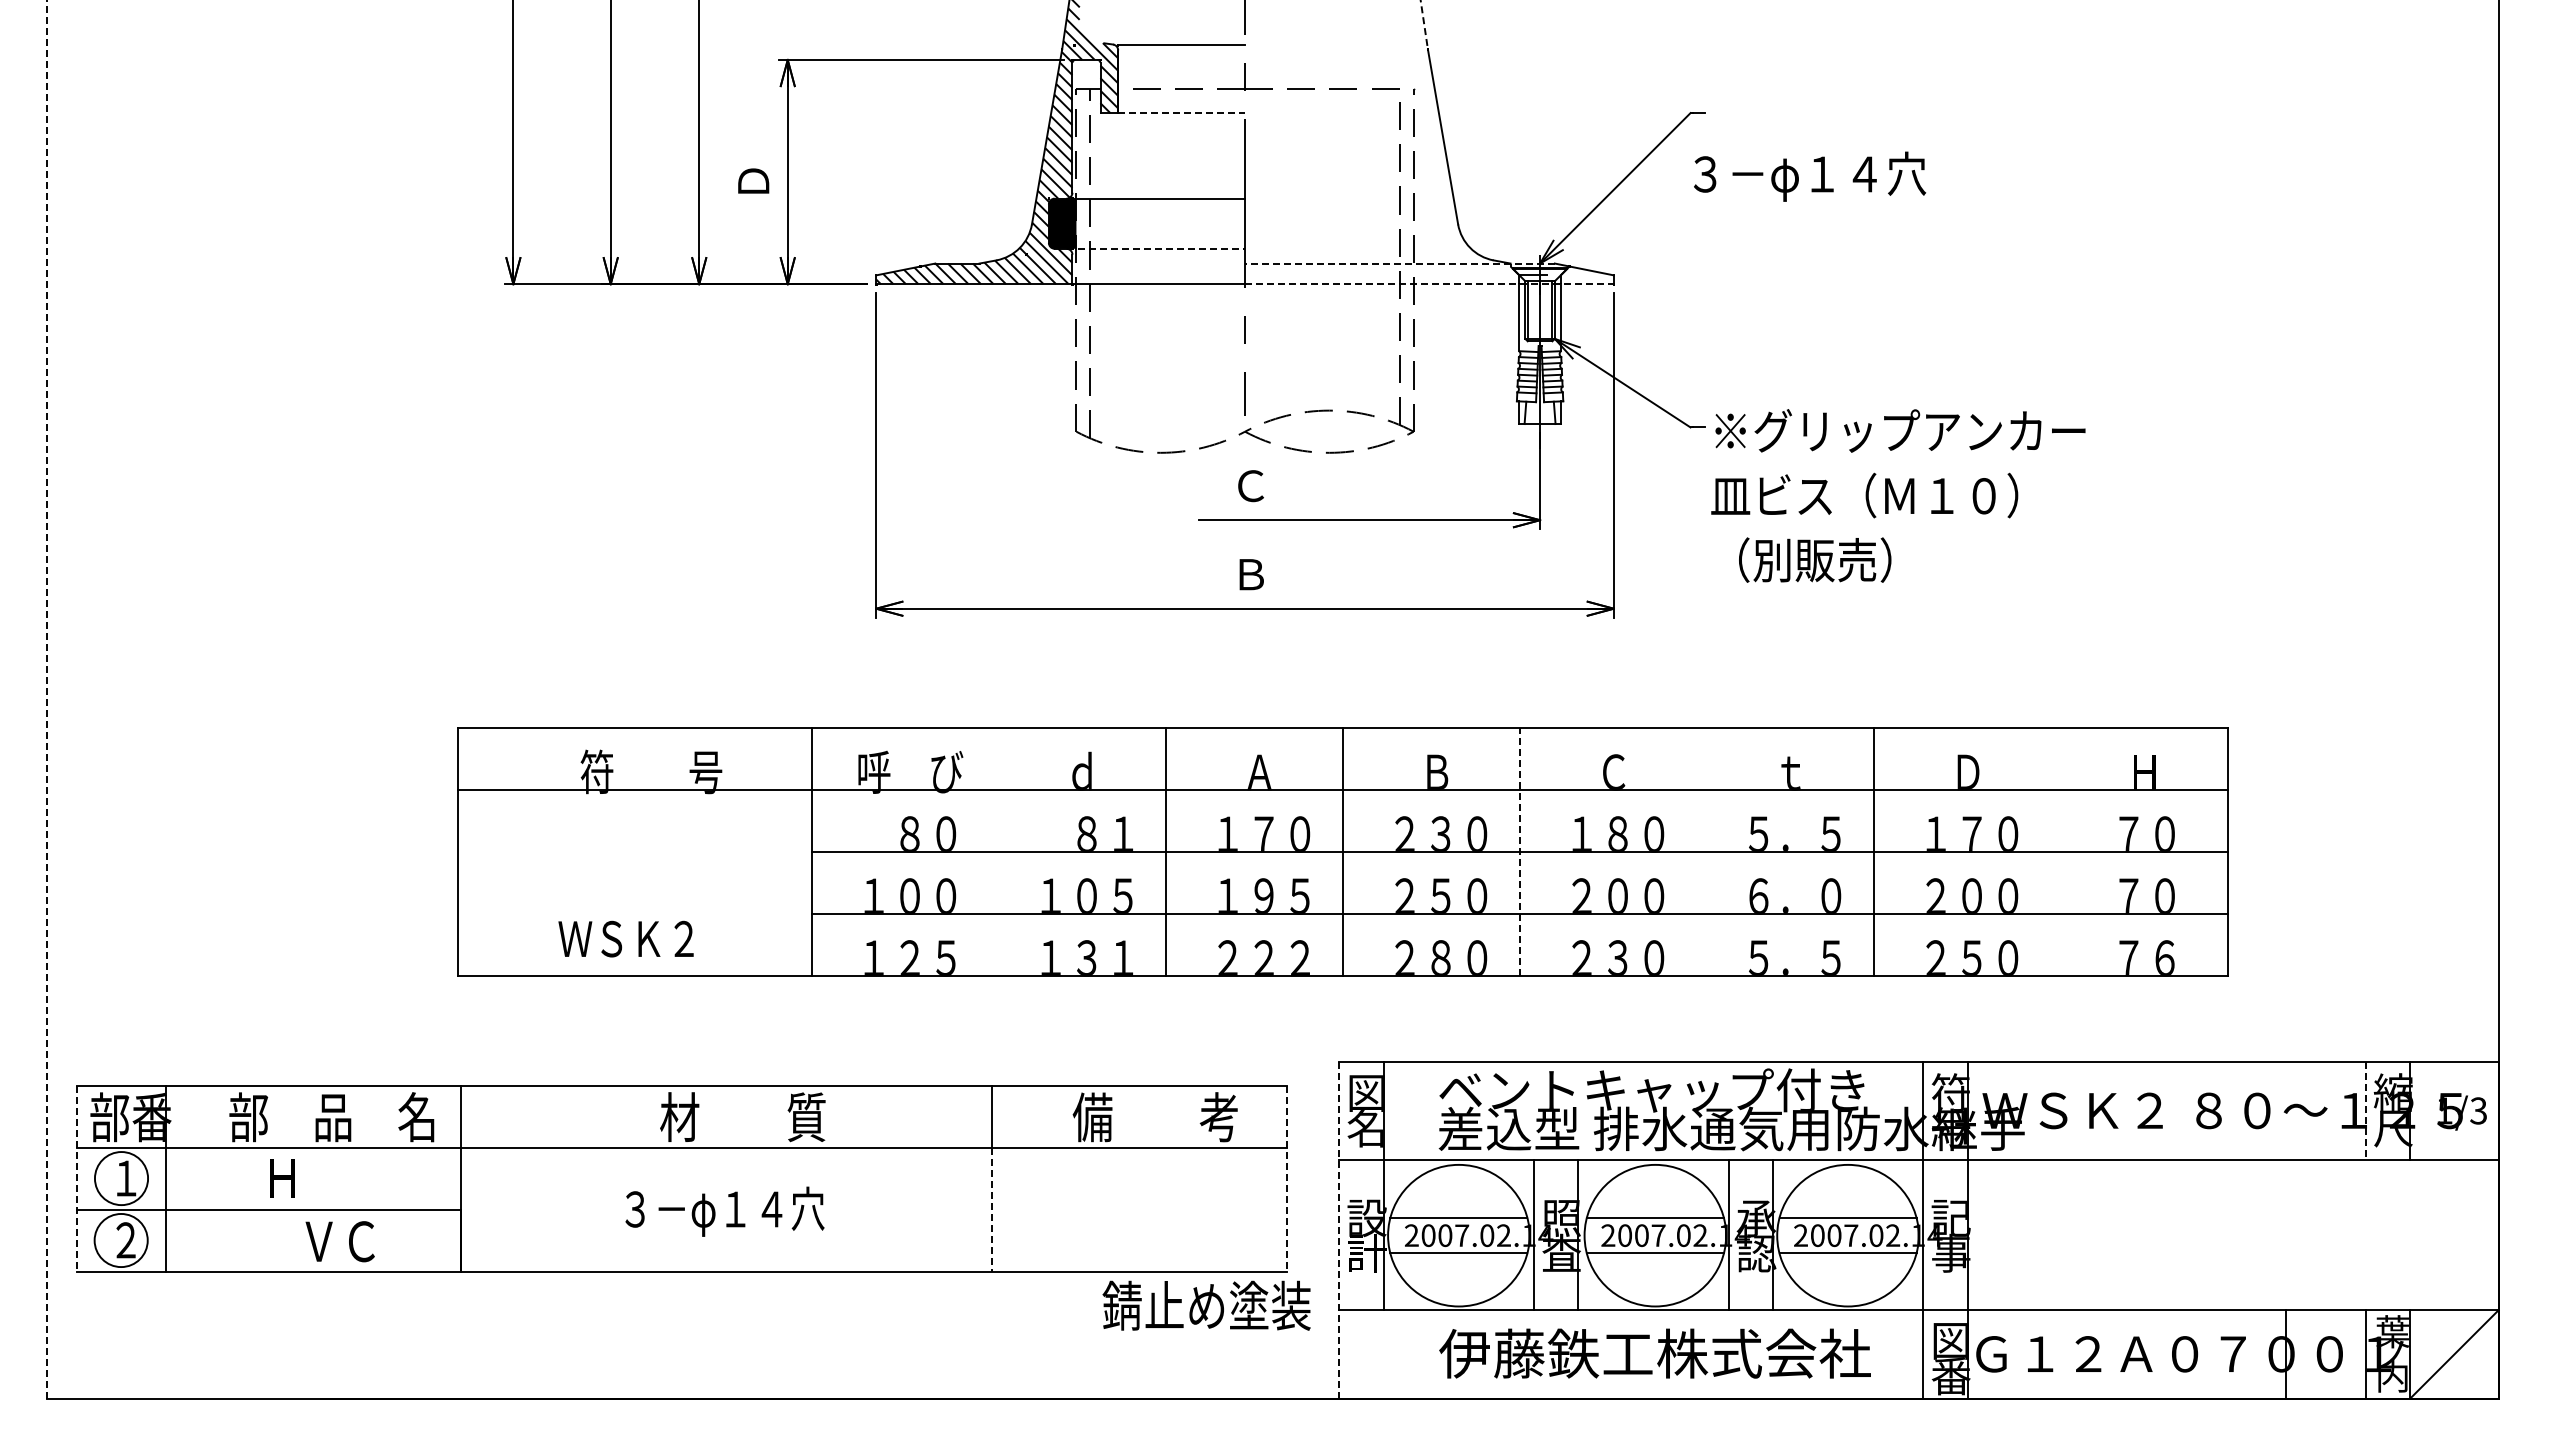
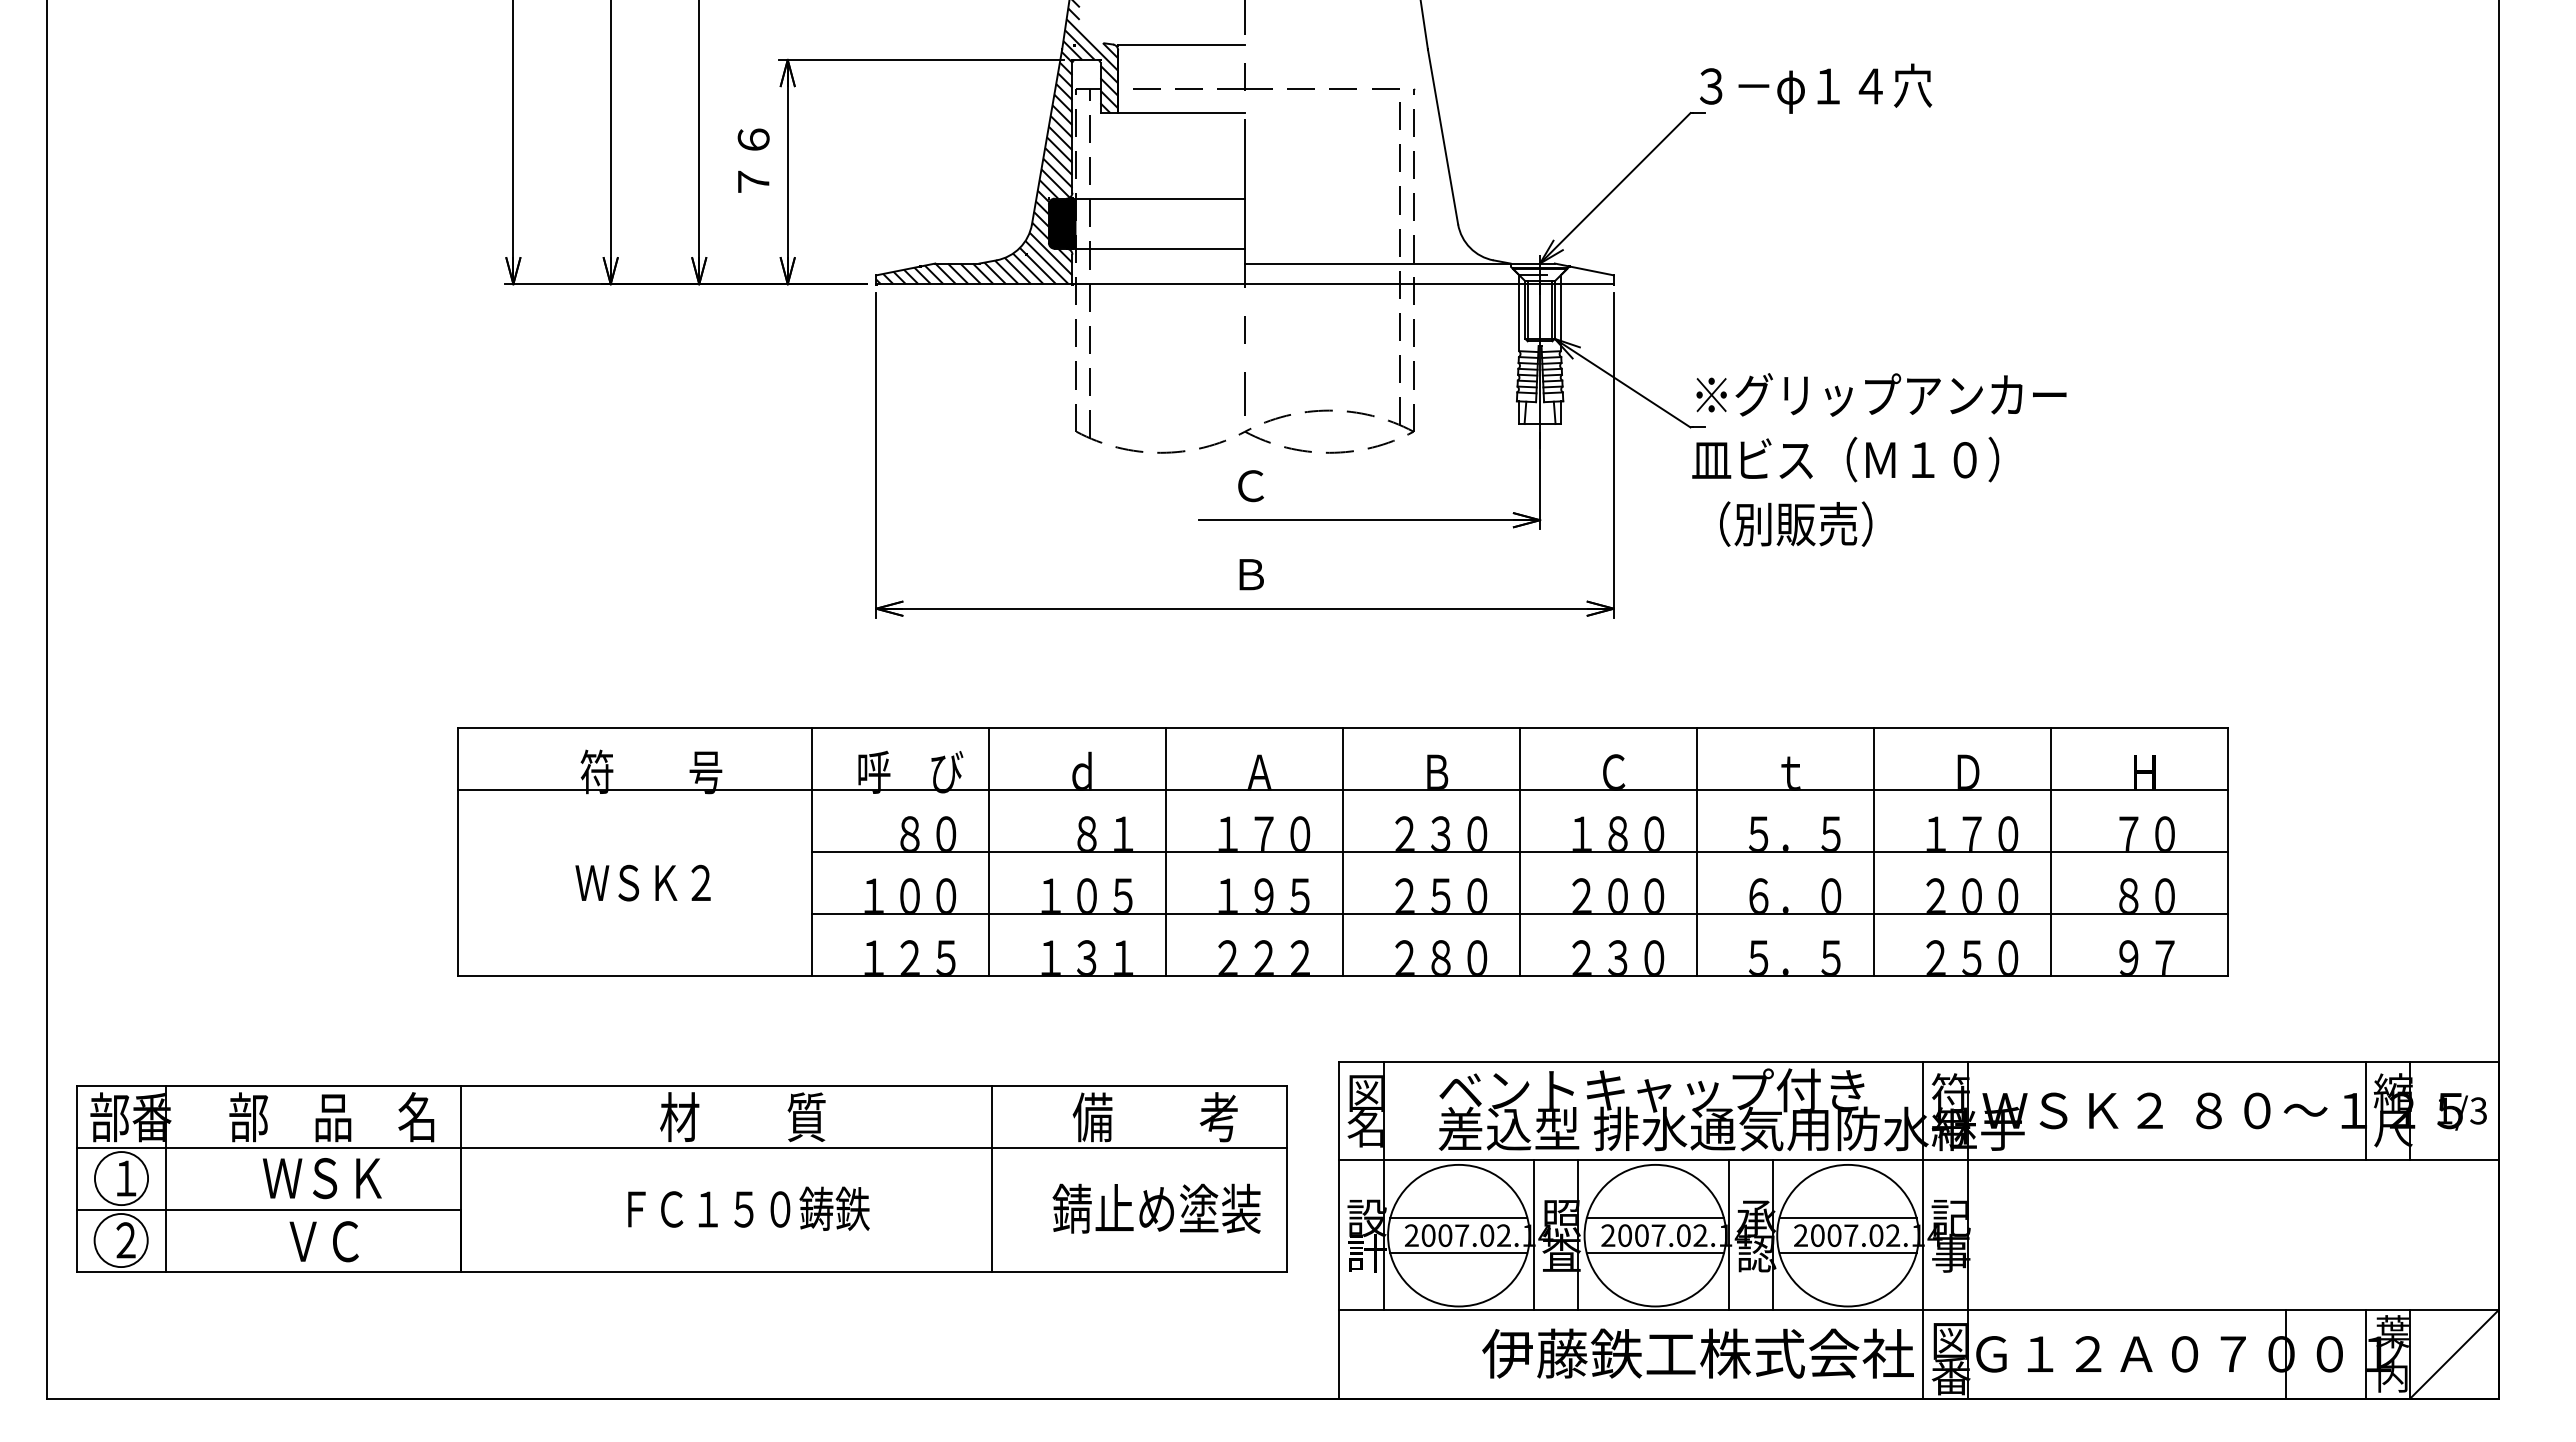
line at (1424, 24): dashed -> solid
line at (1182, 113): dashed -> solid
text at (753, 160): Ｄ -> ７６
text at (1810, 176) position: (1810, 176) -> (1816, 88)
line at (1156, 248): dashed -> solid
line at (1399, 263): dashed -> solid
line at (1429, 284): dashed -> solid
text at (1898, 495) position: (1898, 495) -> (1879, 459)
line at (47, 699): dashed -> solid
line at (989, 852): none -> present
line at (1520, 852): dashed -> solid
line at (1697, 852): none -> present
line at (2051, 852): none -> present
text at (2128, 895): ７０ -> ８０
text at (625, 938) position: (625, 938) -> (642, 882)
text at (2146, 957): ７６ -> ９７
line at (2365, 1110): dashed -> solid
line at (77, 1178): dashed -> solid
text at (322, 1178): Ｈ -> ＷＳＫ
line at (1286, 1178): dashed -> solid
line at (991, 1209): dashed -> solid
text at (747, 1211): ３－φ１４穴 -> ＦＣ１５０鋳鉄
line at (1339, 1230): dashed -> solid
text at (339, 1241) position: (339, 1241) -> (323, 1241)
text at (1206, 1305) position: (1206, 1305) -> (1156, 1208)
text at (1654, 1353) position: (1654, 1353) -> (1697, 1353)
